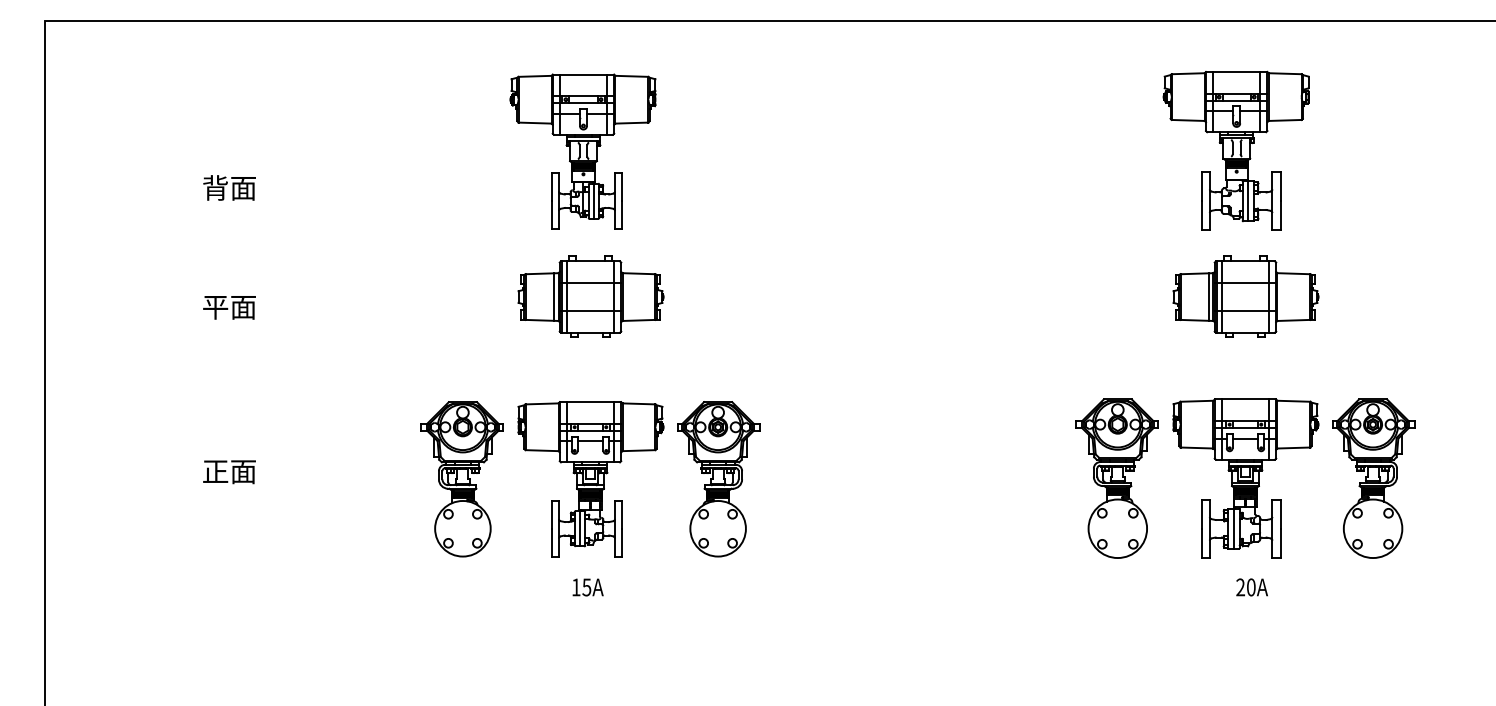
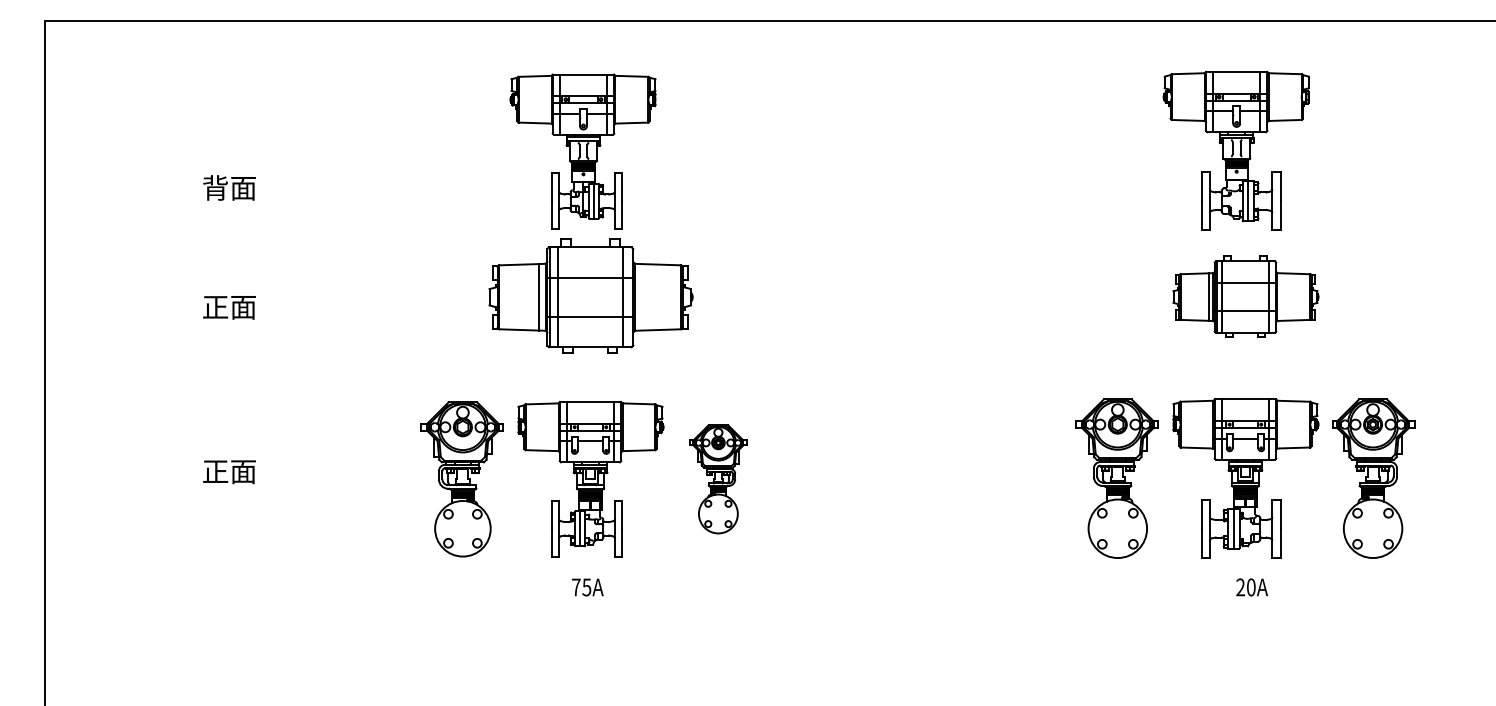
part at (590, 296) size: 148x83 px -> 206x116 px
text at (215, 307): 平面 -> 正面
part at (718, 479) size: 84x157 px -> 59x111 px
text at (576, 587): 15A -> 75A
